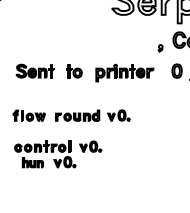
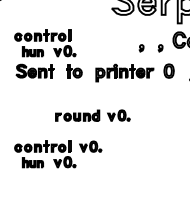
part at (45, 43): none -> present
part at (141, 48): none -> present
part at (176, 70) position: (176, 70) -> (168, 70)
part at (28, 115): present -> none
